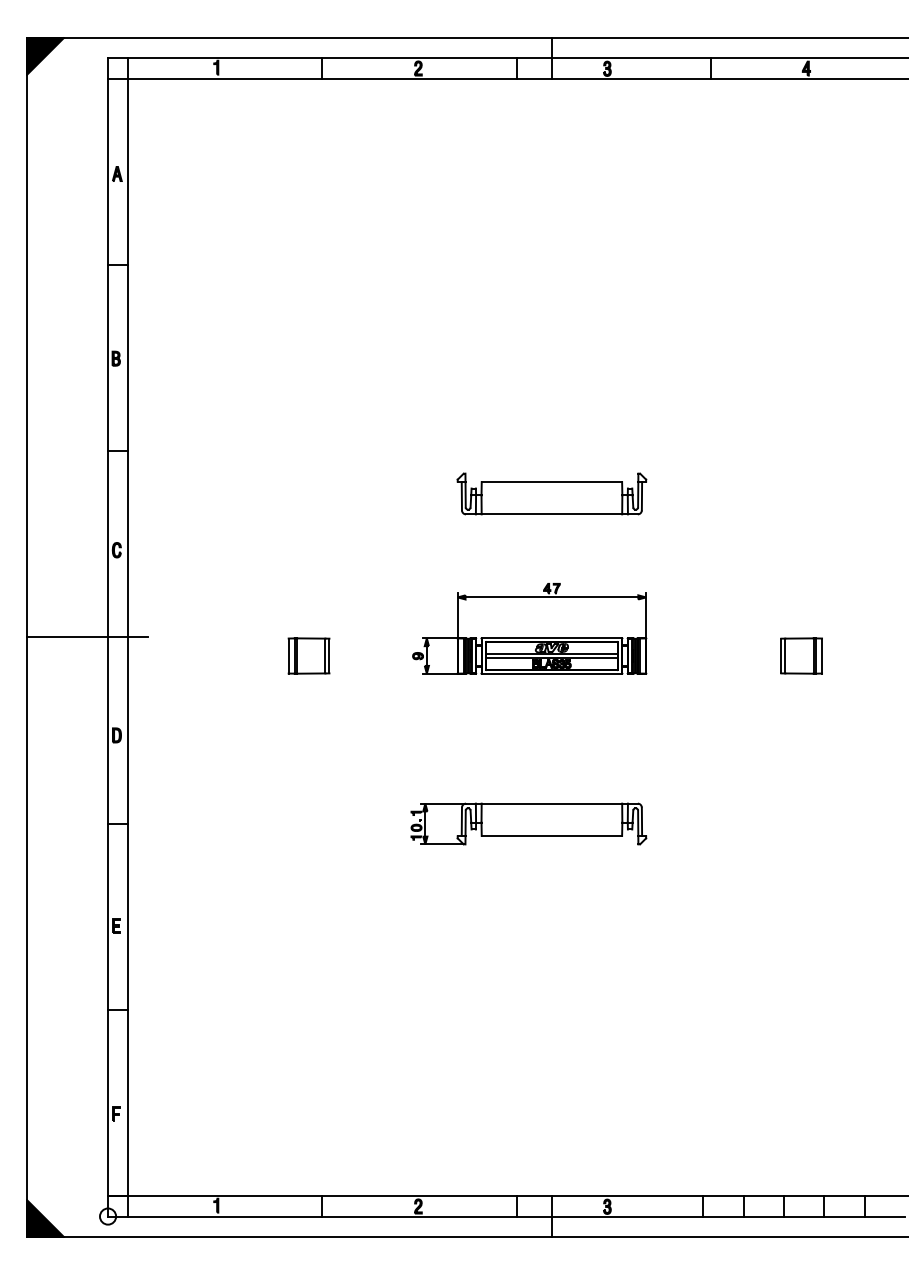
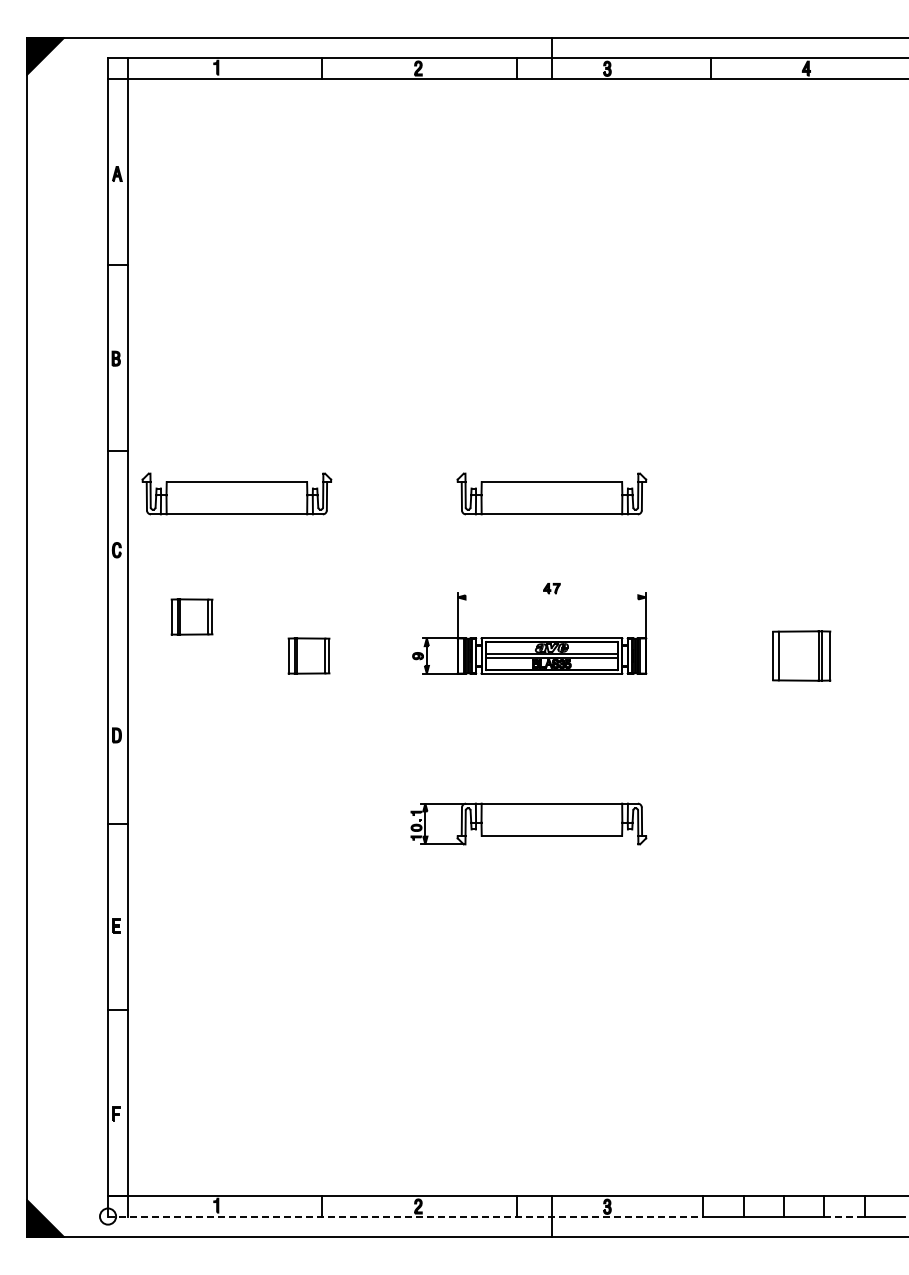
part at (236, 493): none -> present
line at (551, 597): present -> none
part at (191, 616): none -> present
line at (87, 637): present -> none
part at (801, 655) size: 43x38 px -> 60x52 px
line at (405, 1216): solid -> dashed
line at (845, 1216): solid -> dashed
